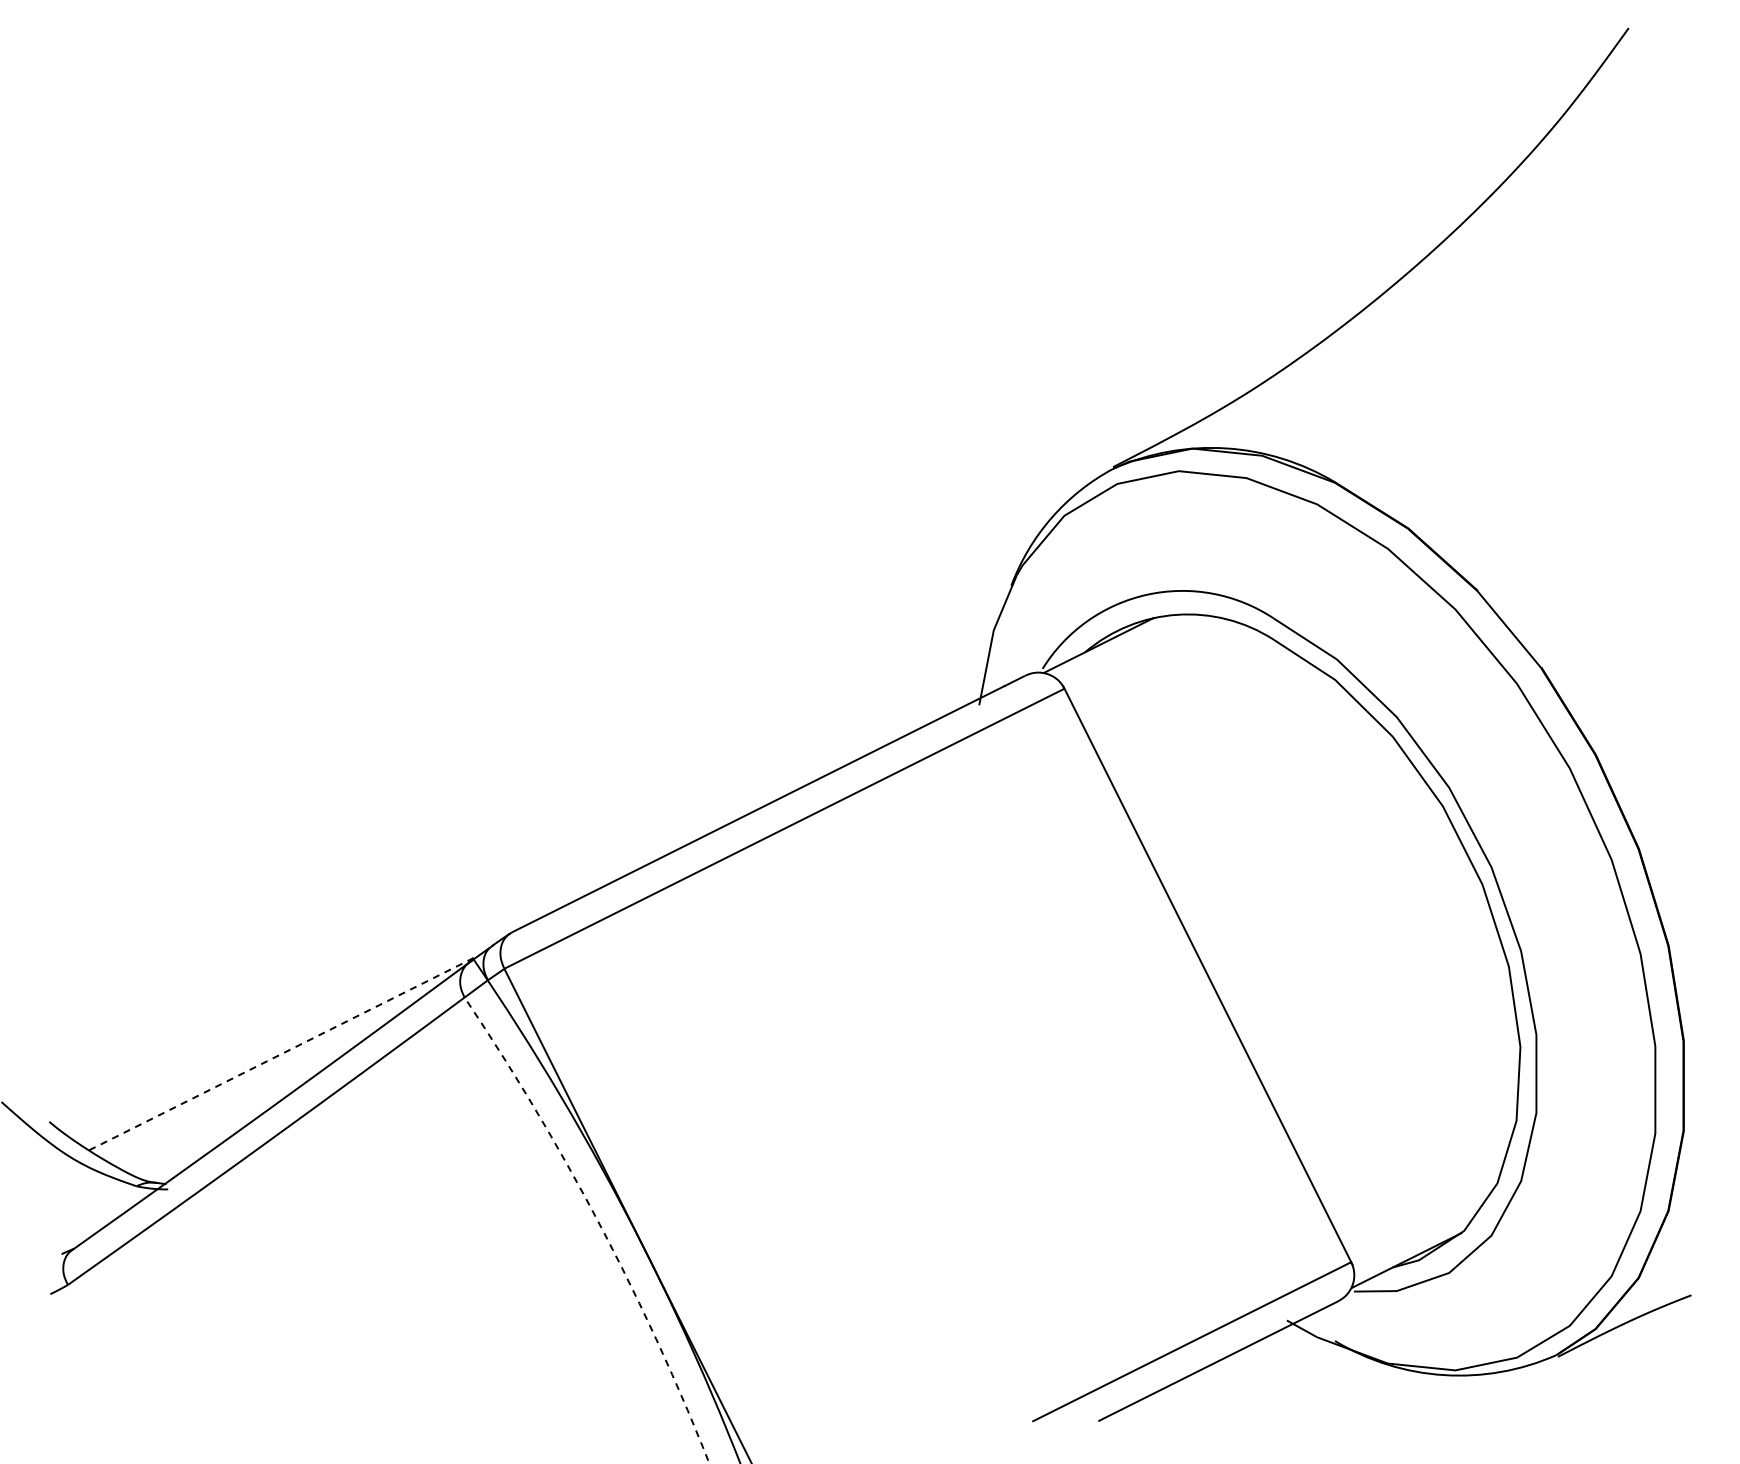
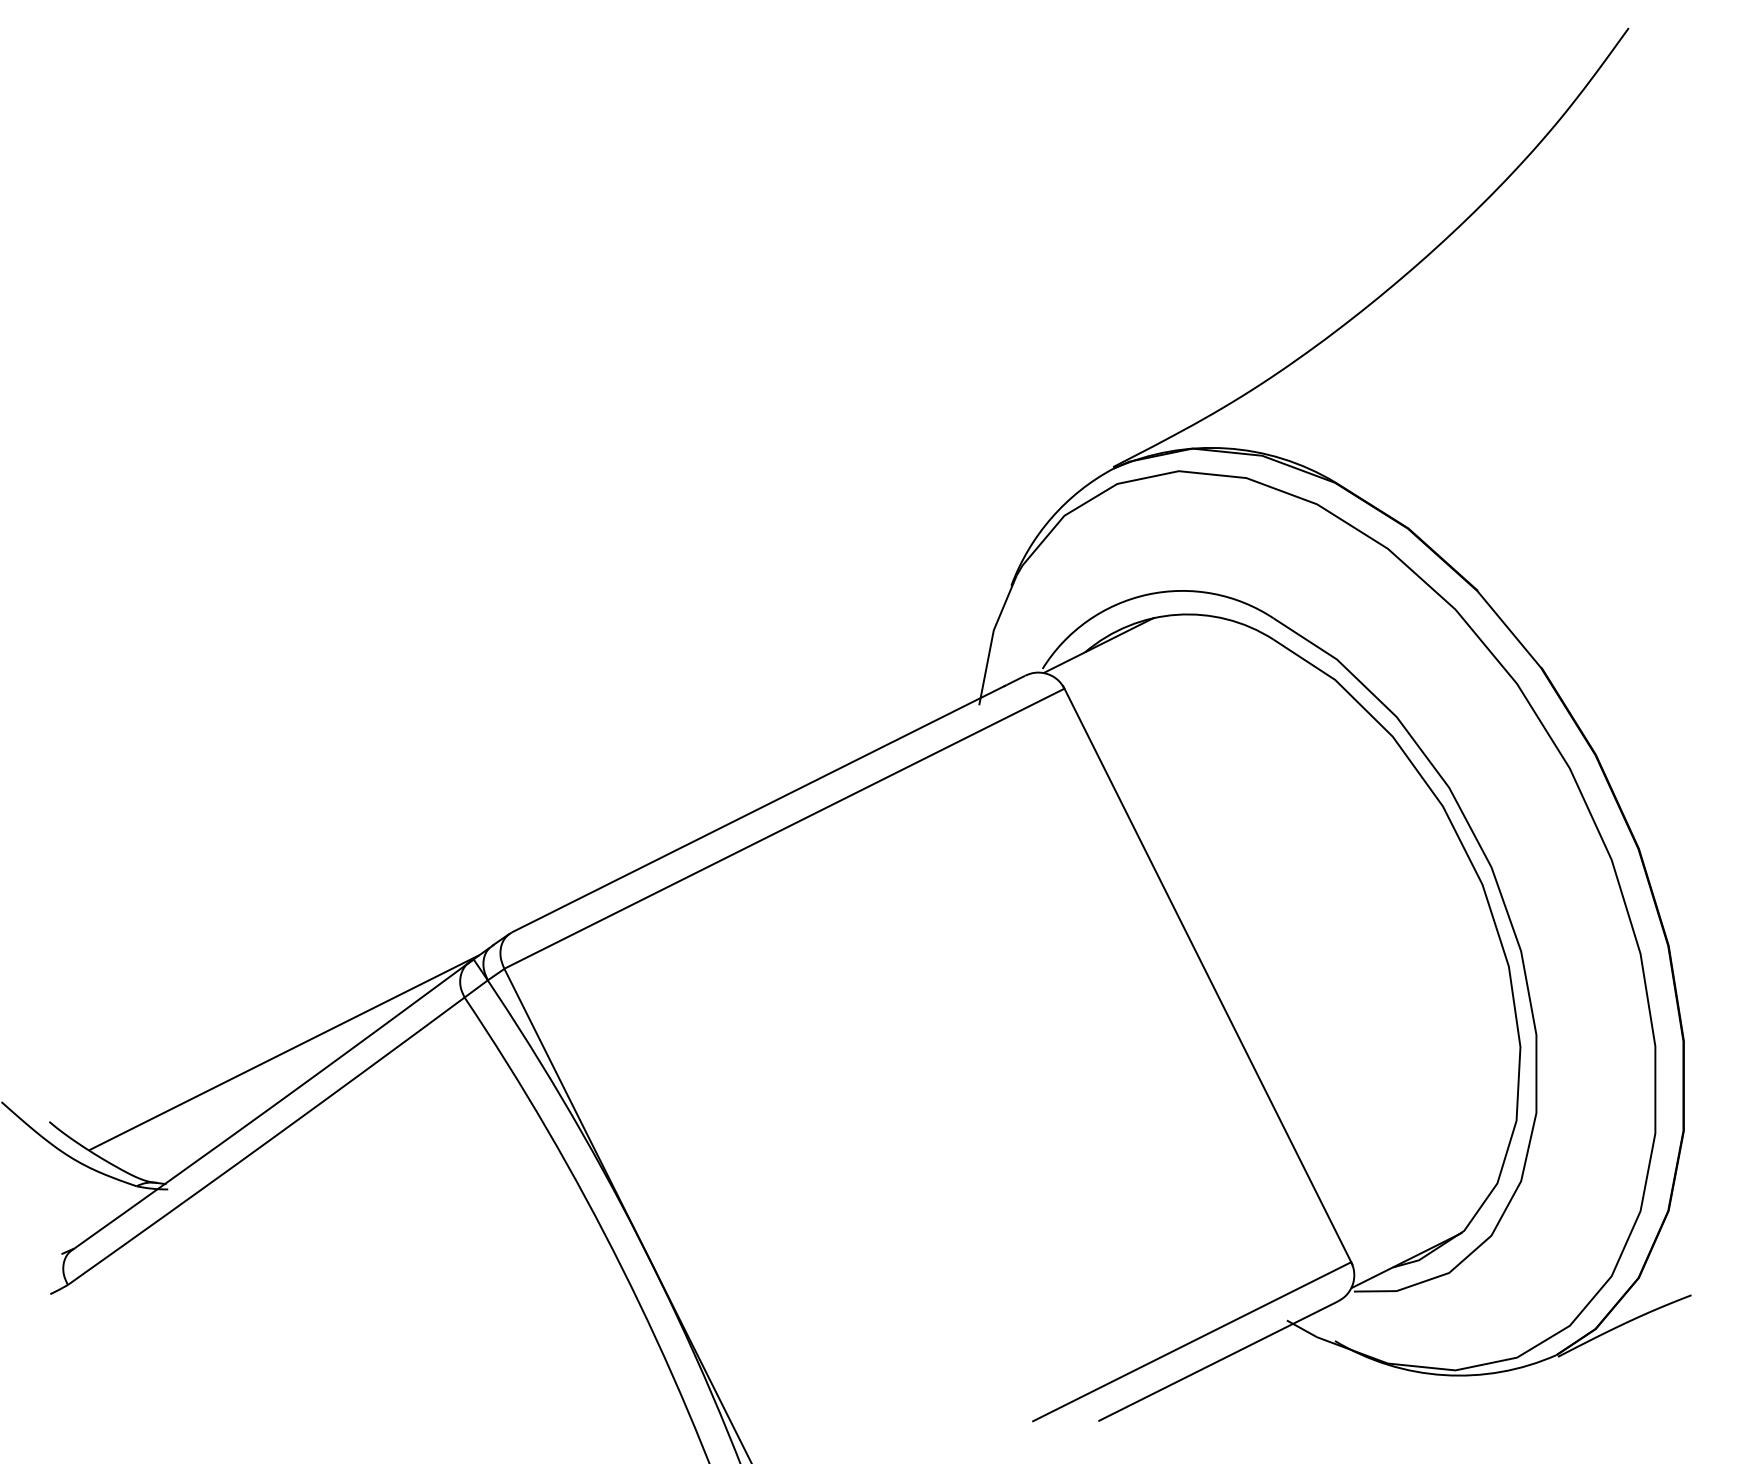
line at (284, 1052): dashed -> solid
line at (599, 1223): dashed -> solid
